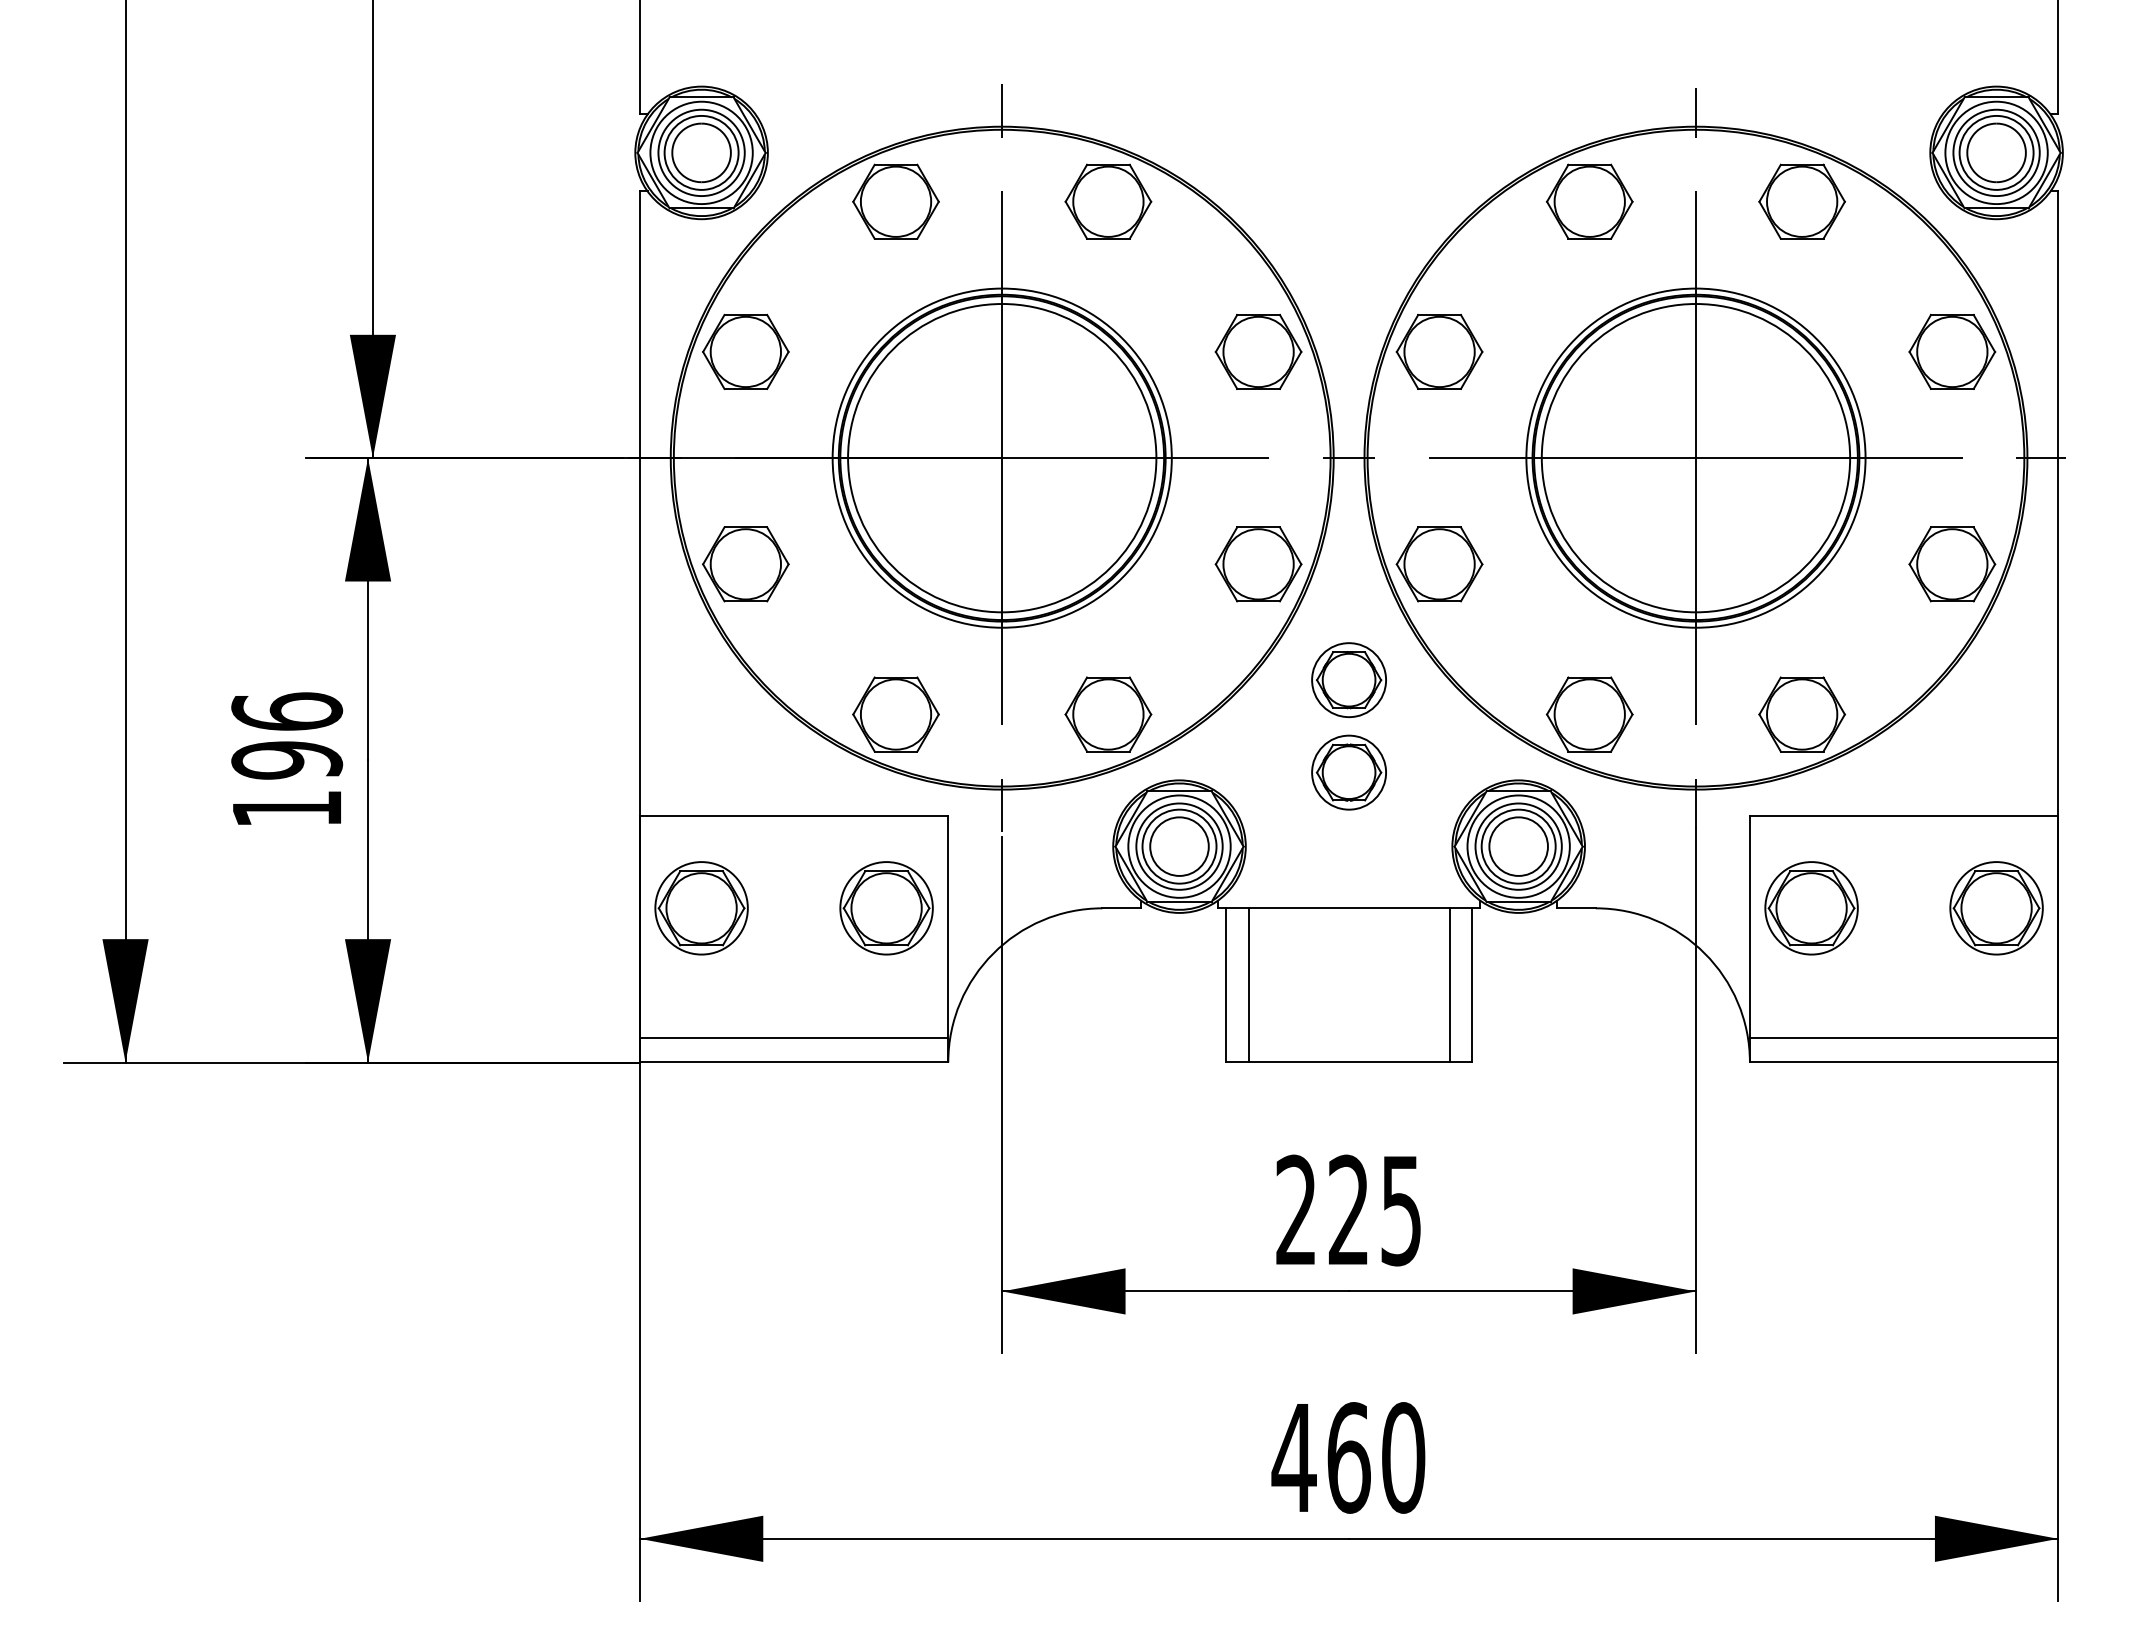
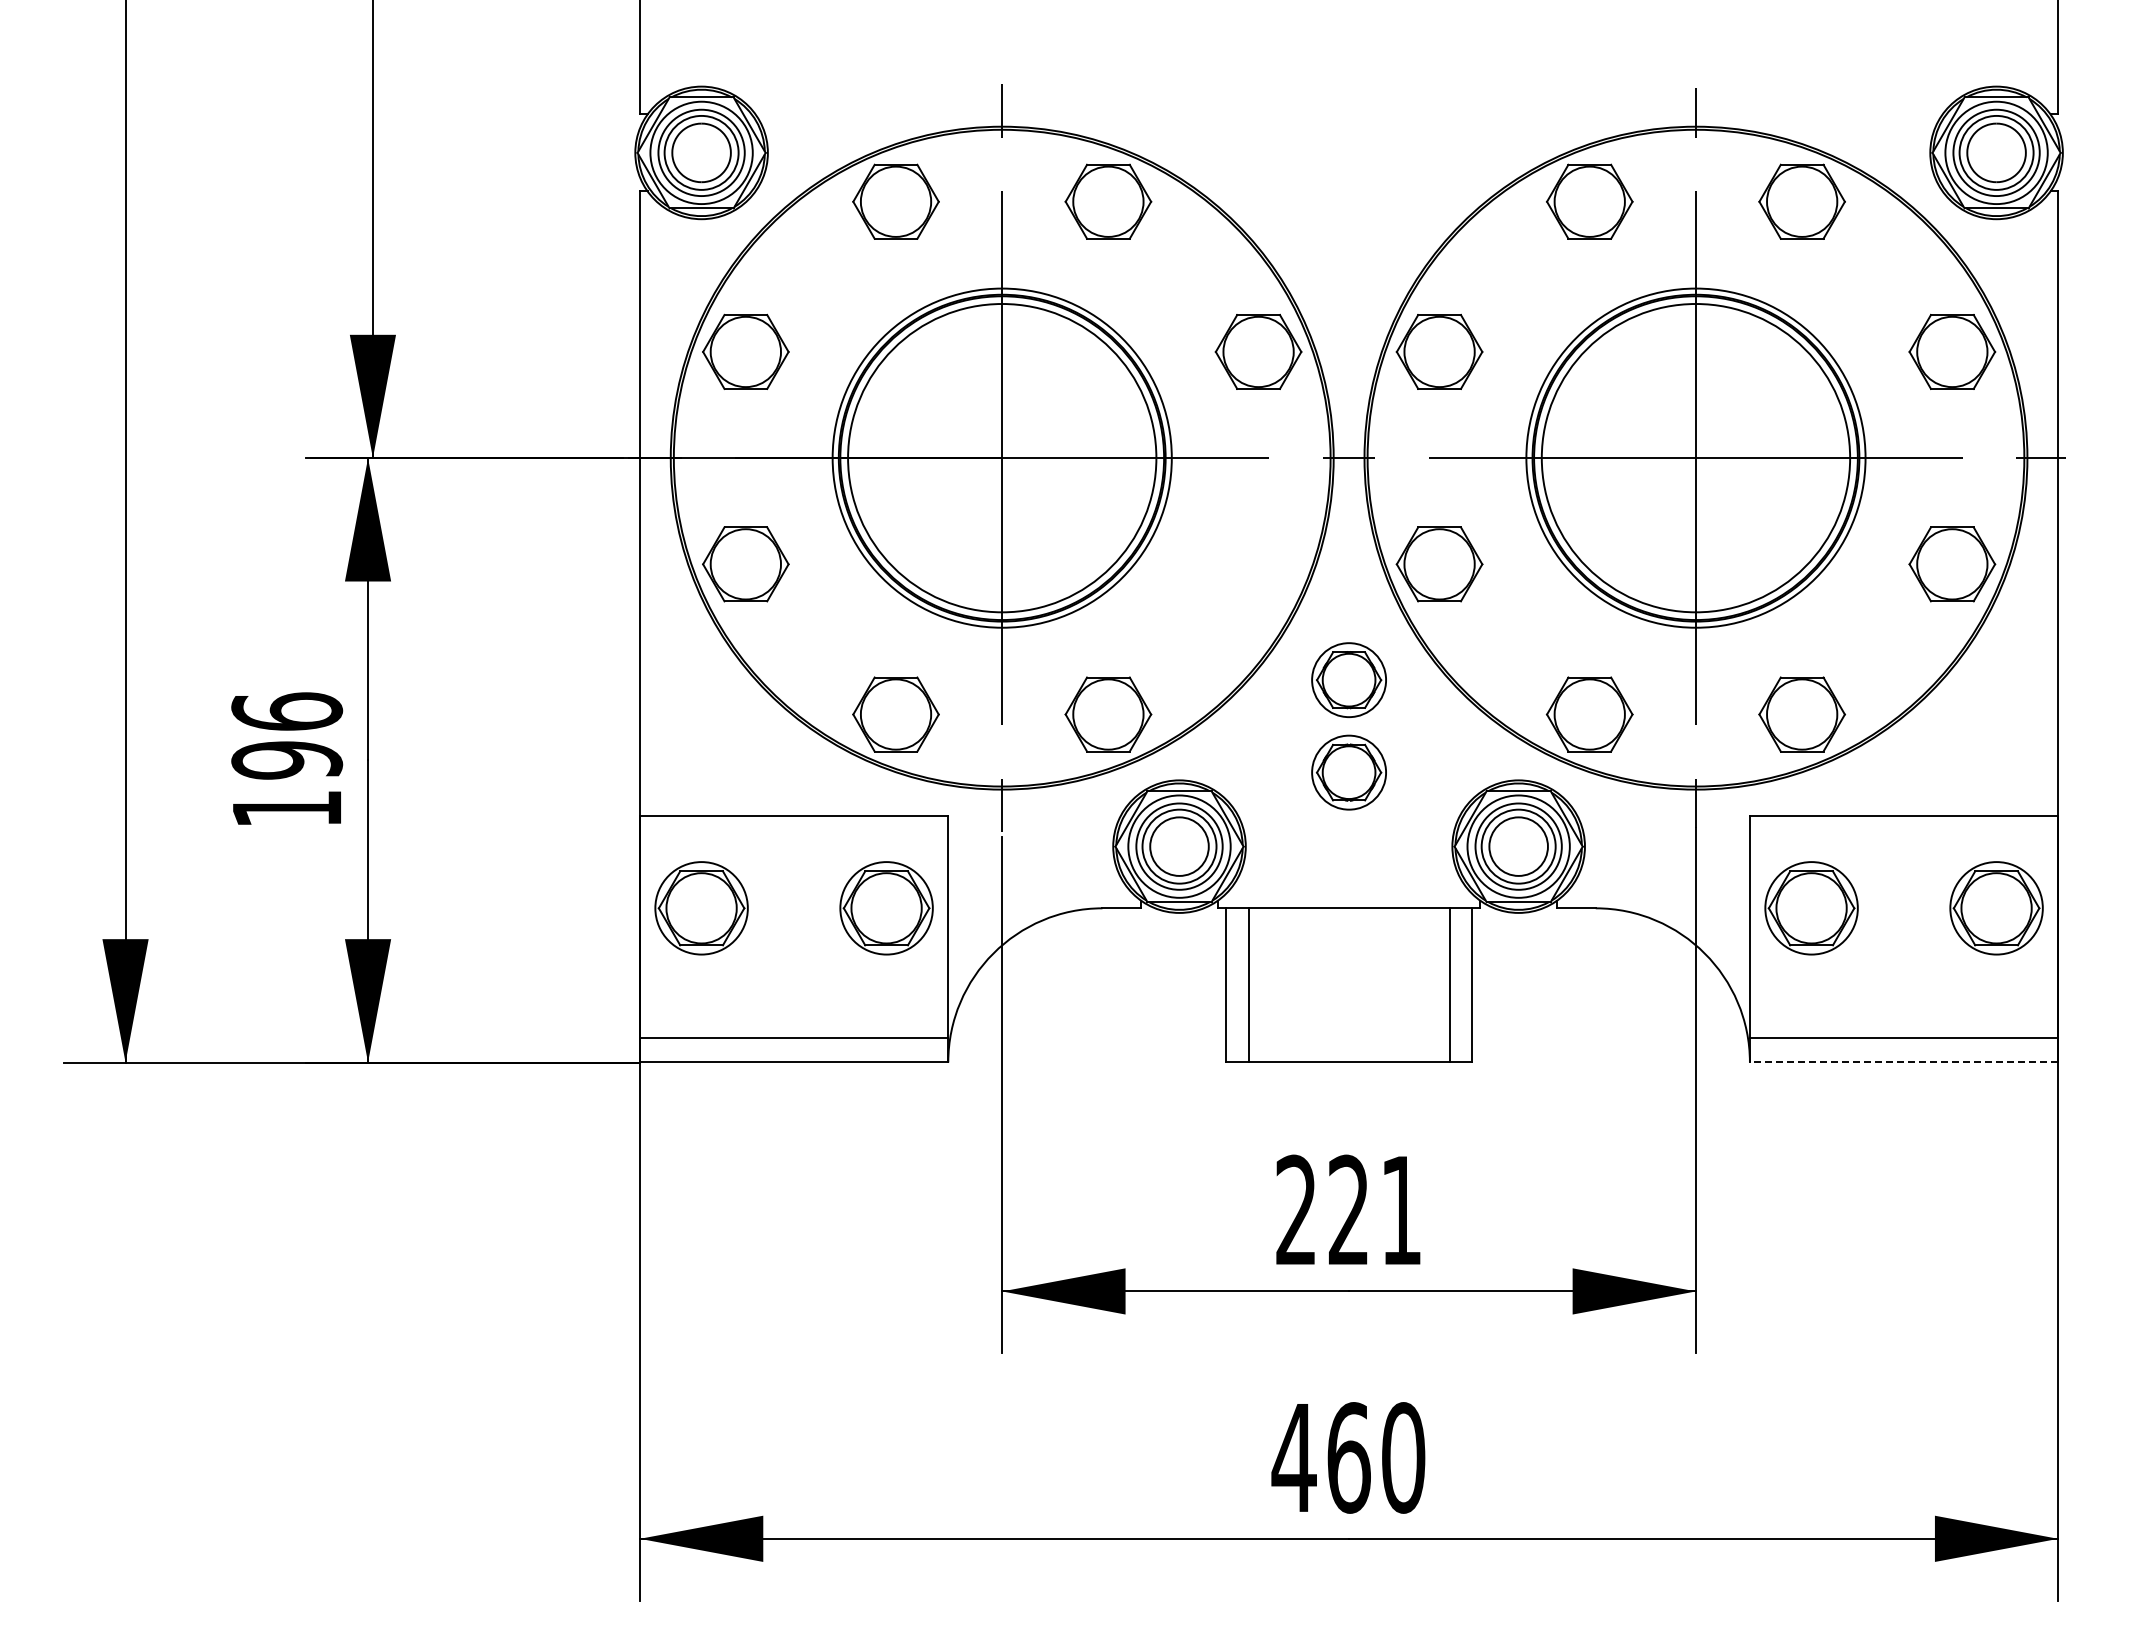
part at (1258, 564): present -> none
line at (1903, 1062): solid -> dashed
text at (1400, 1211): 225 -> 221
